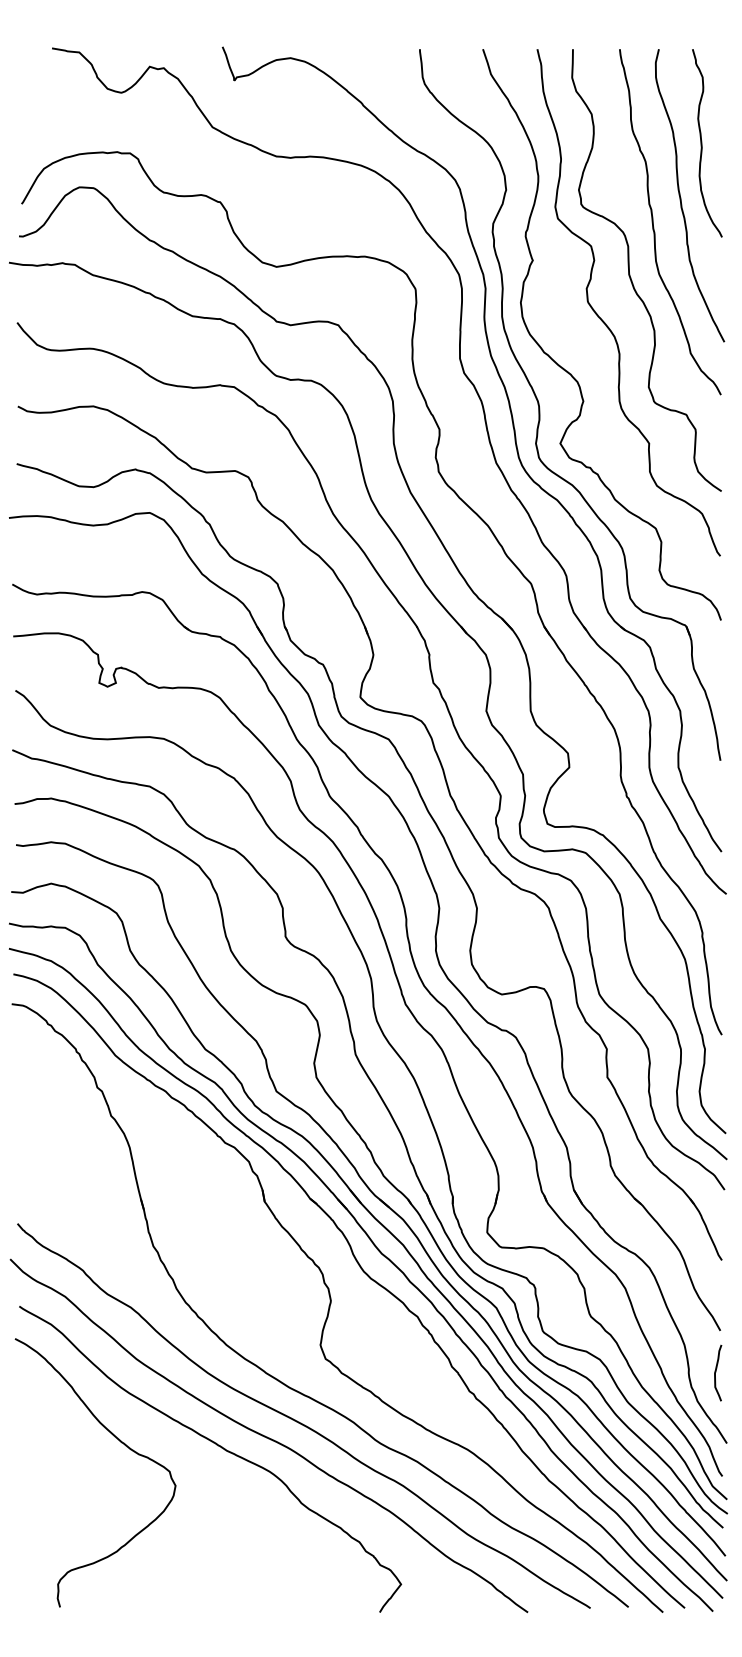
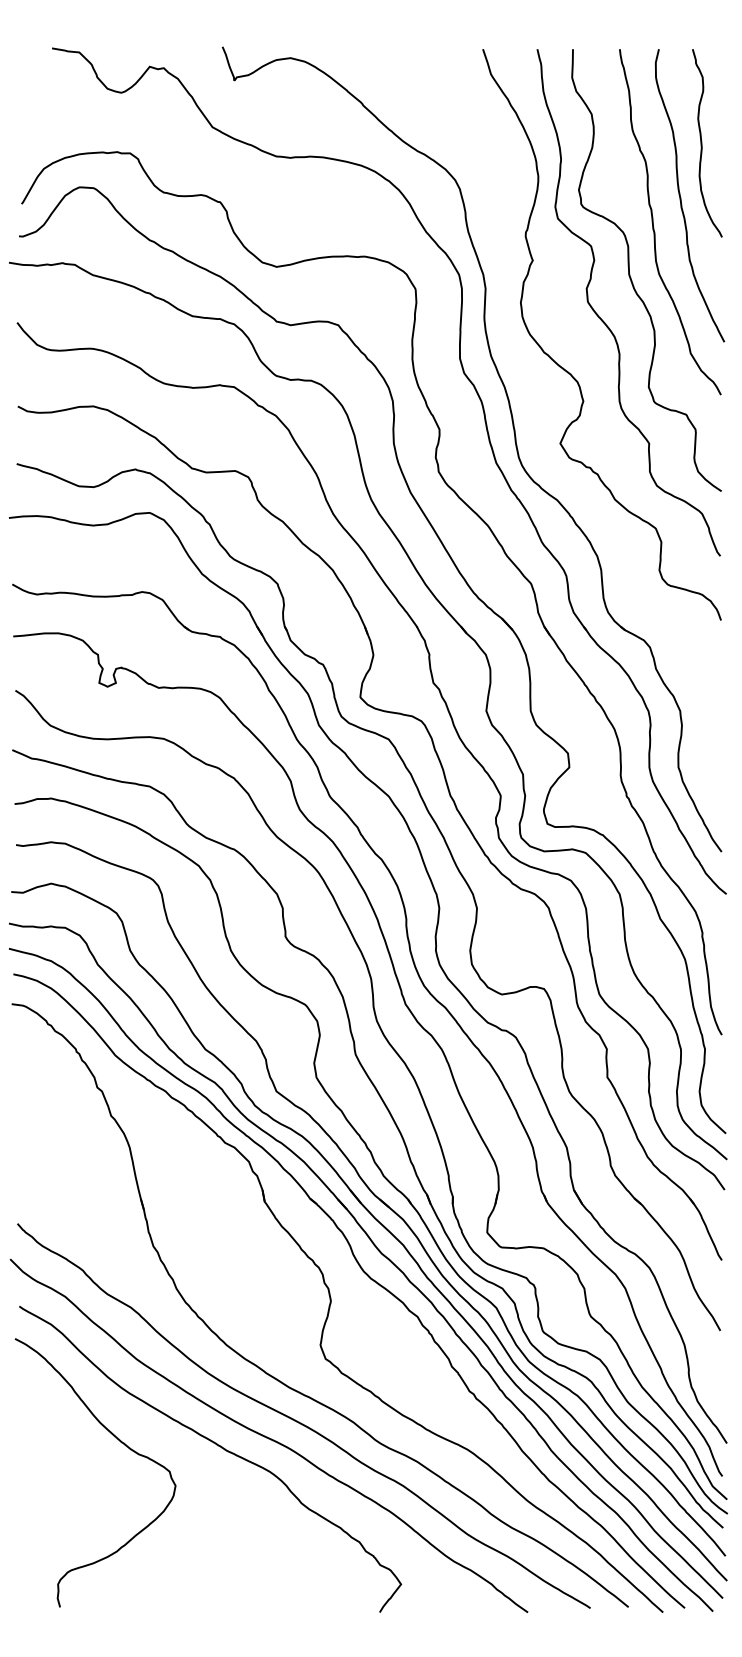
part at (540, 408): present -> none
curve at (716, 1372): present -> none
